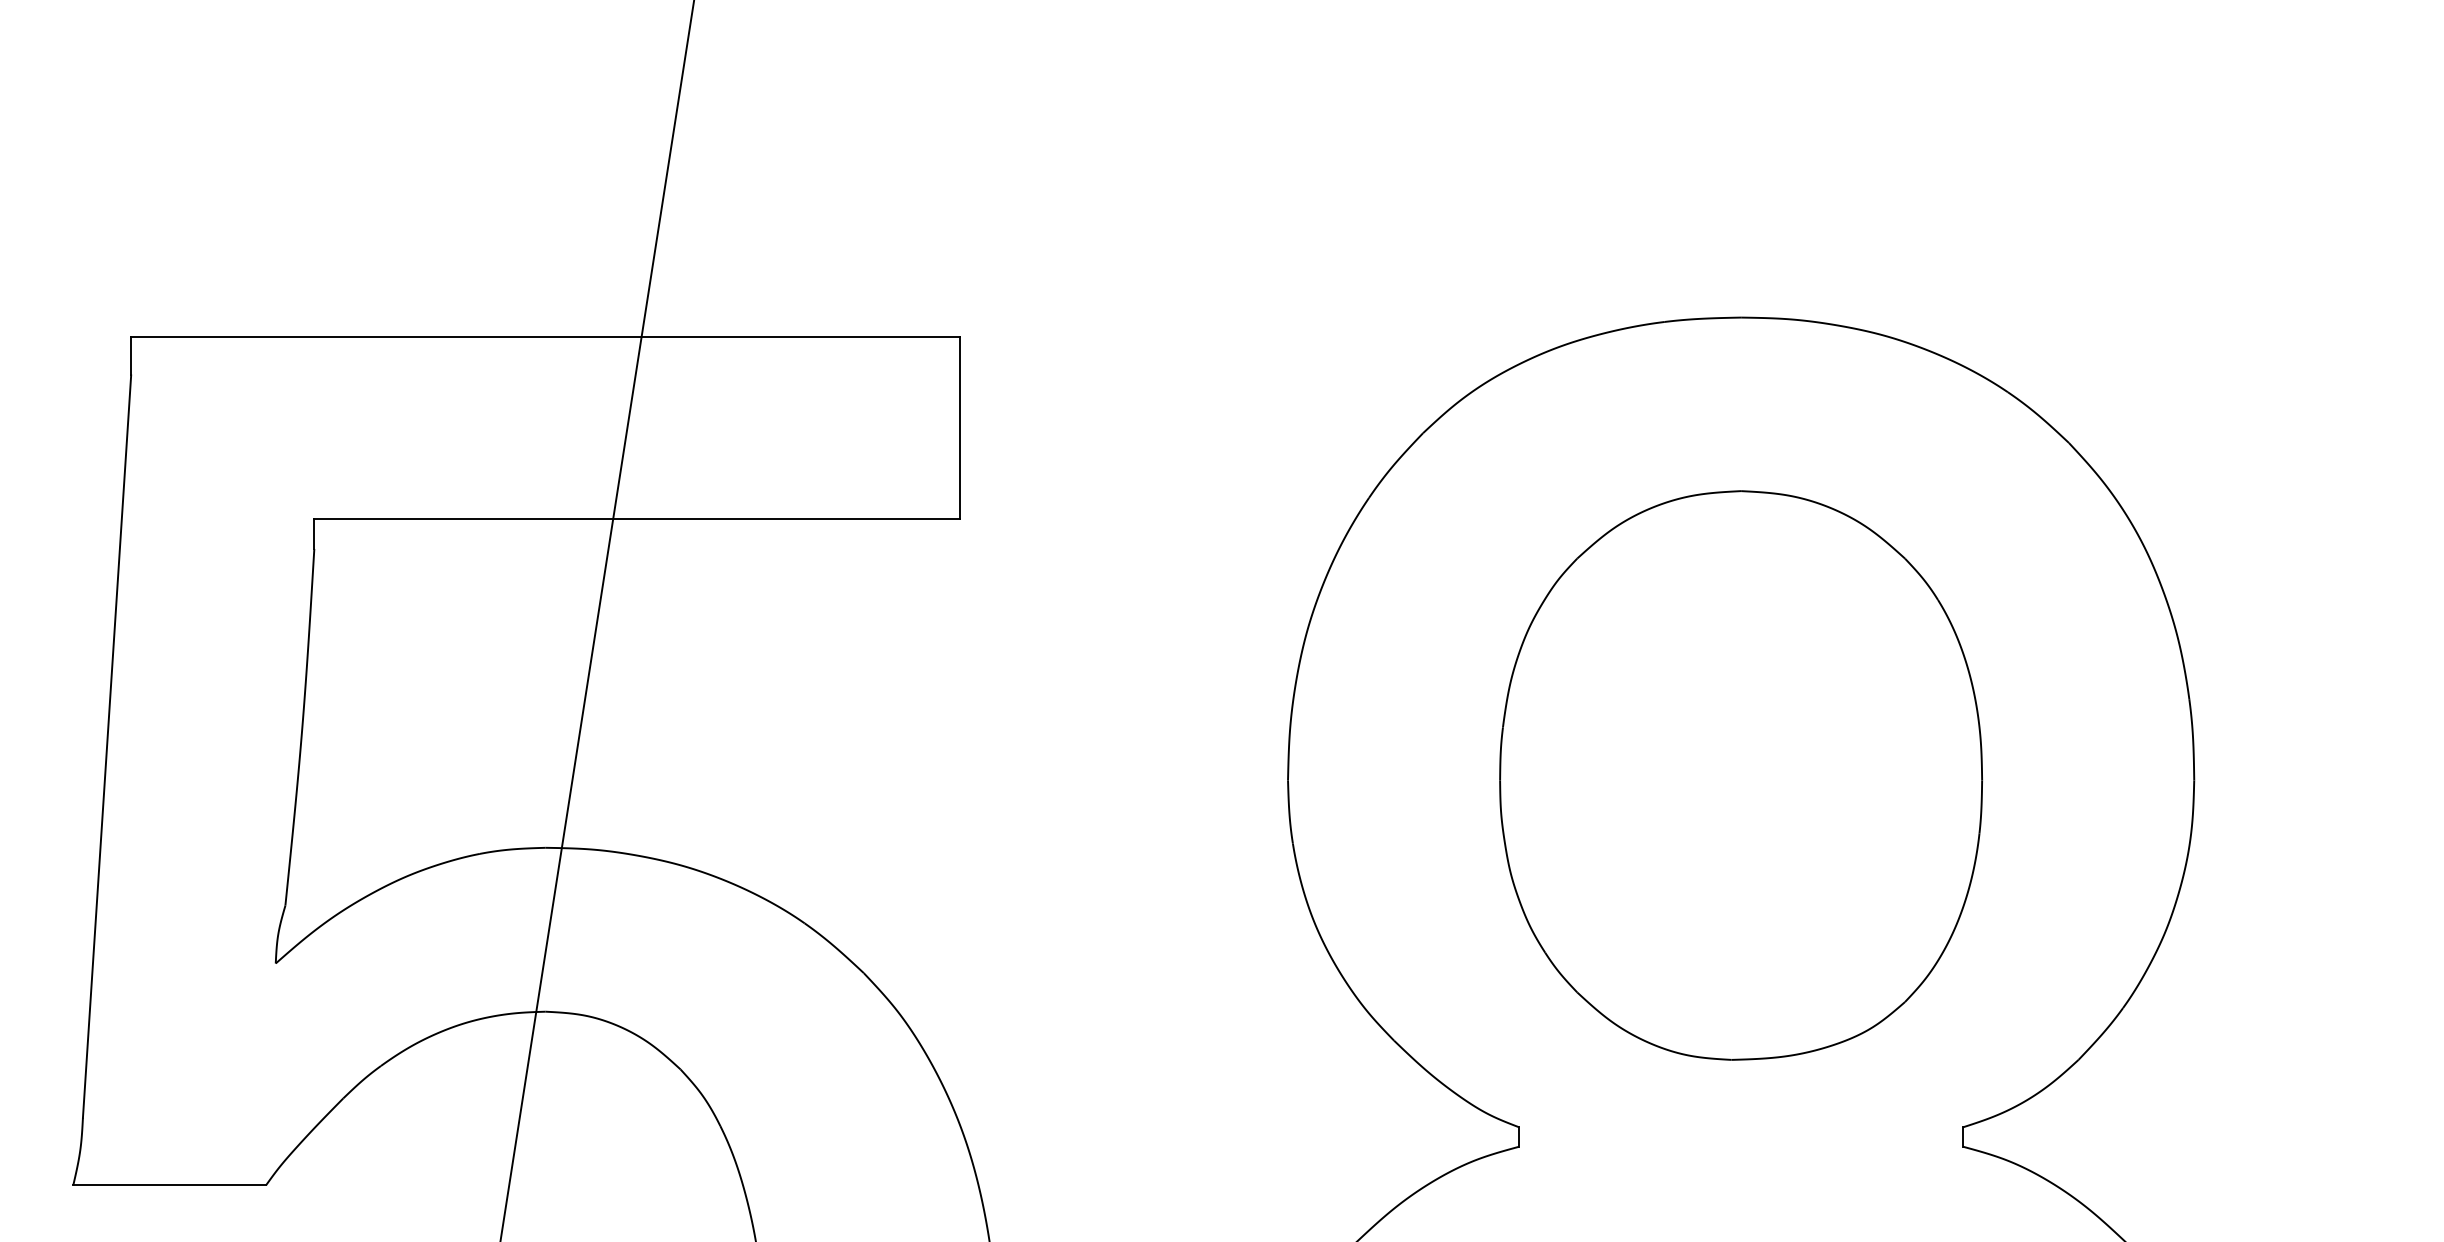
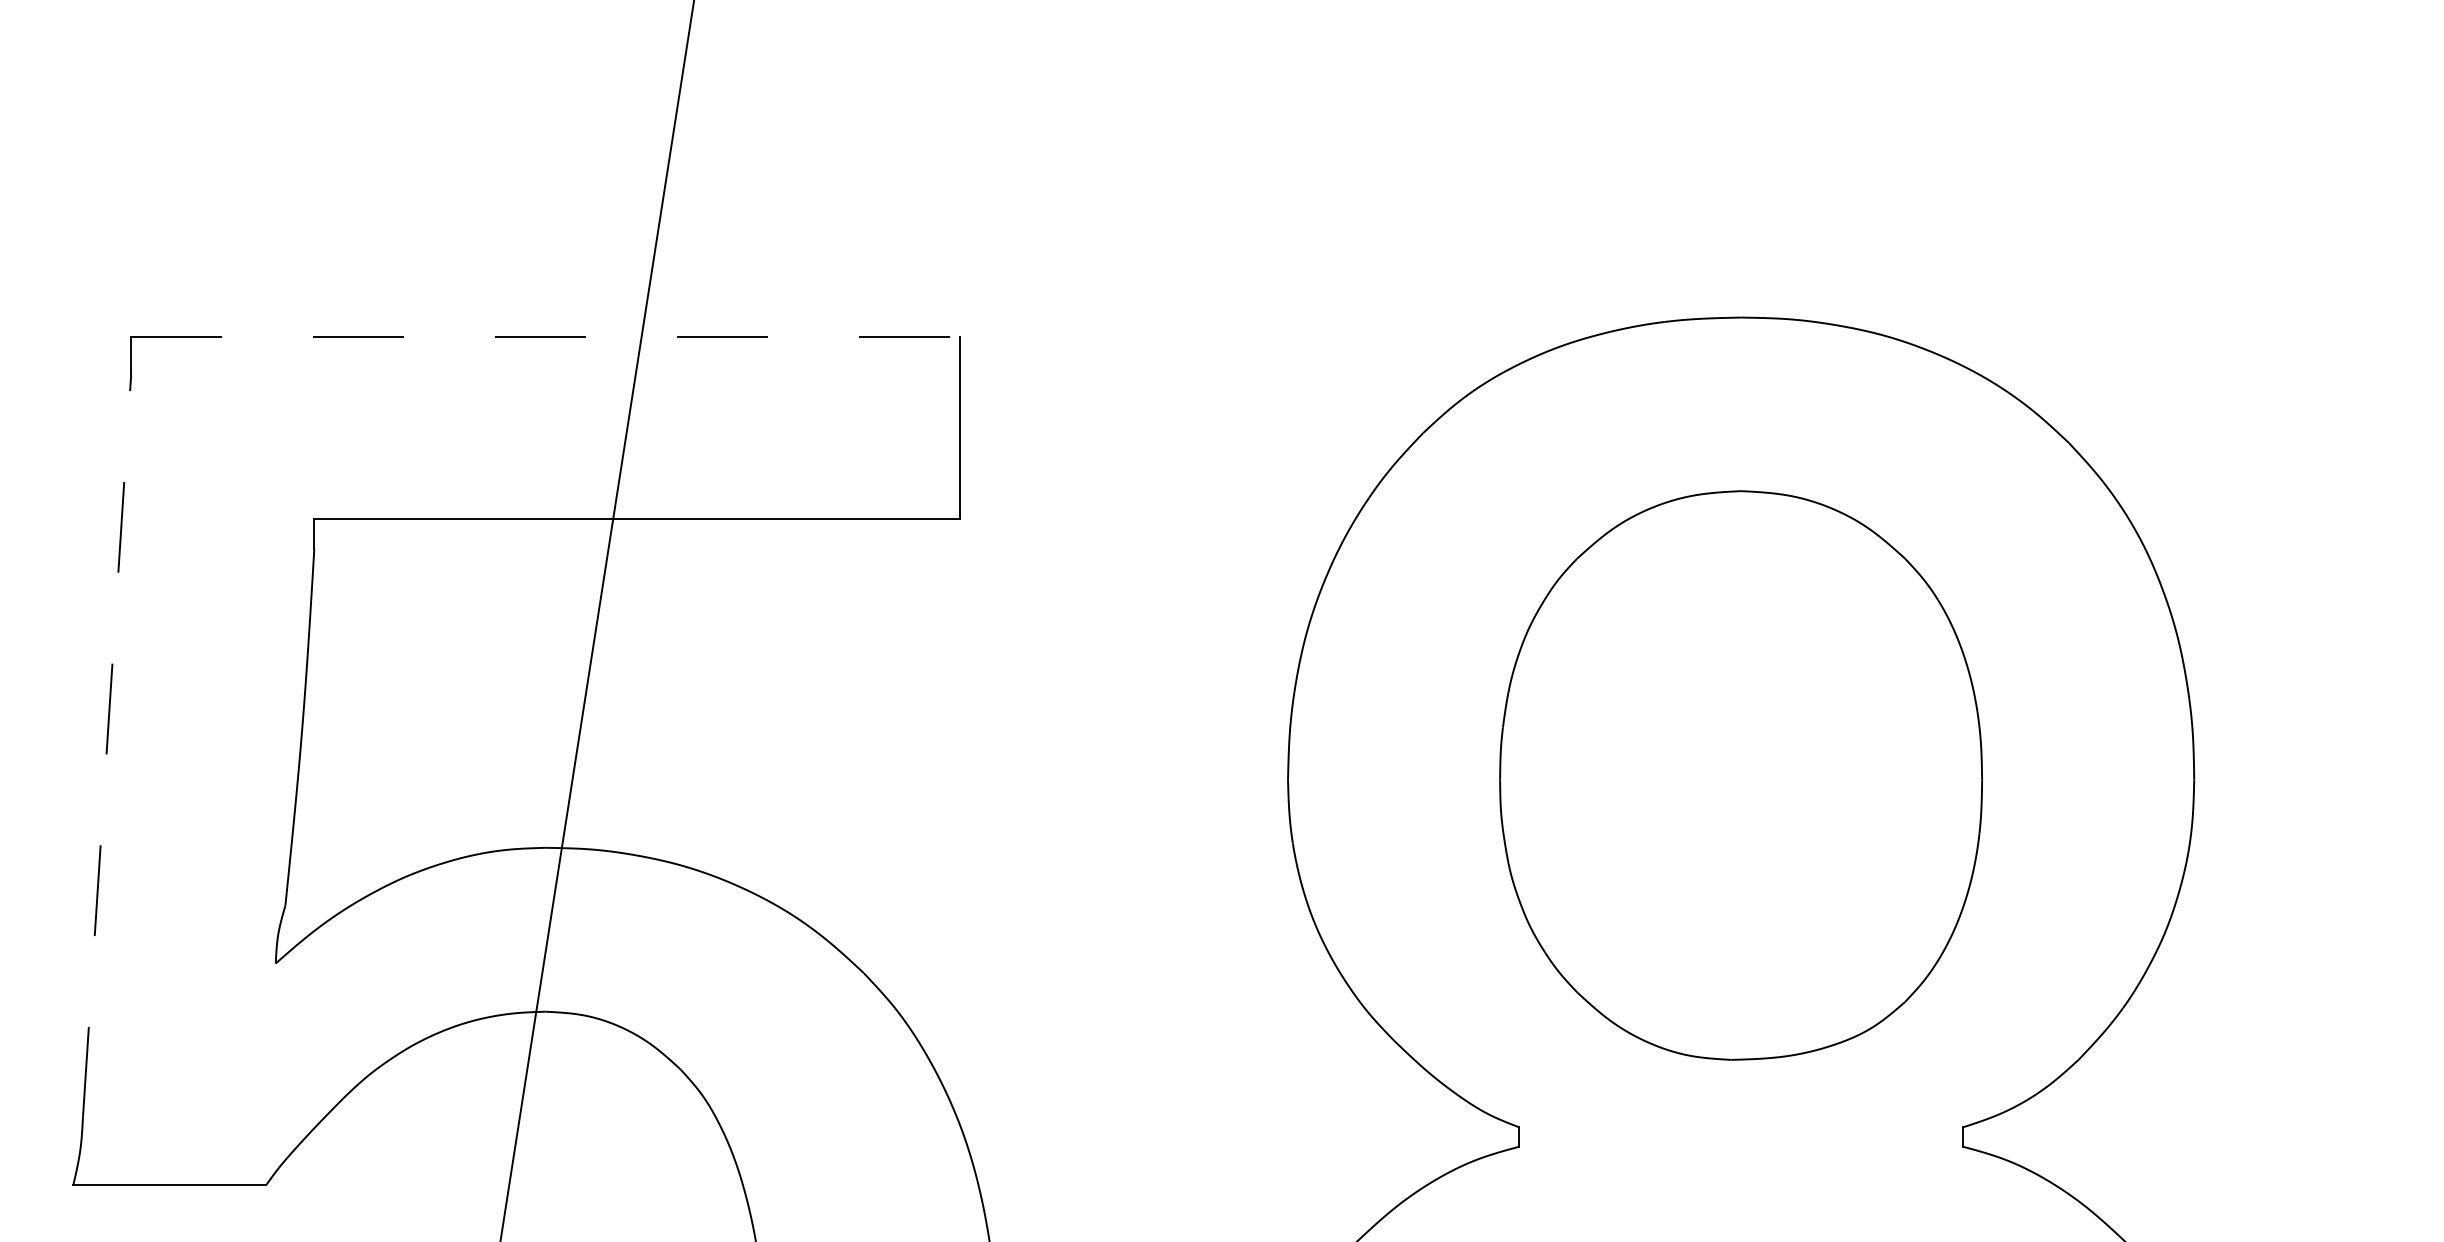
line at (545, 336): solid -> dashed
line at (107, 746): solid -> dashed
